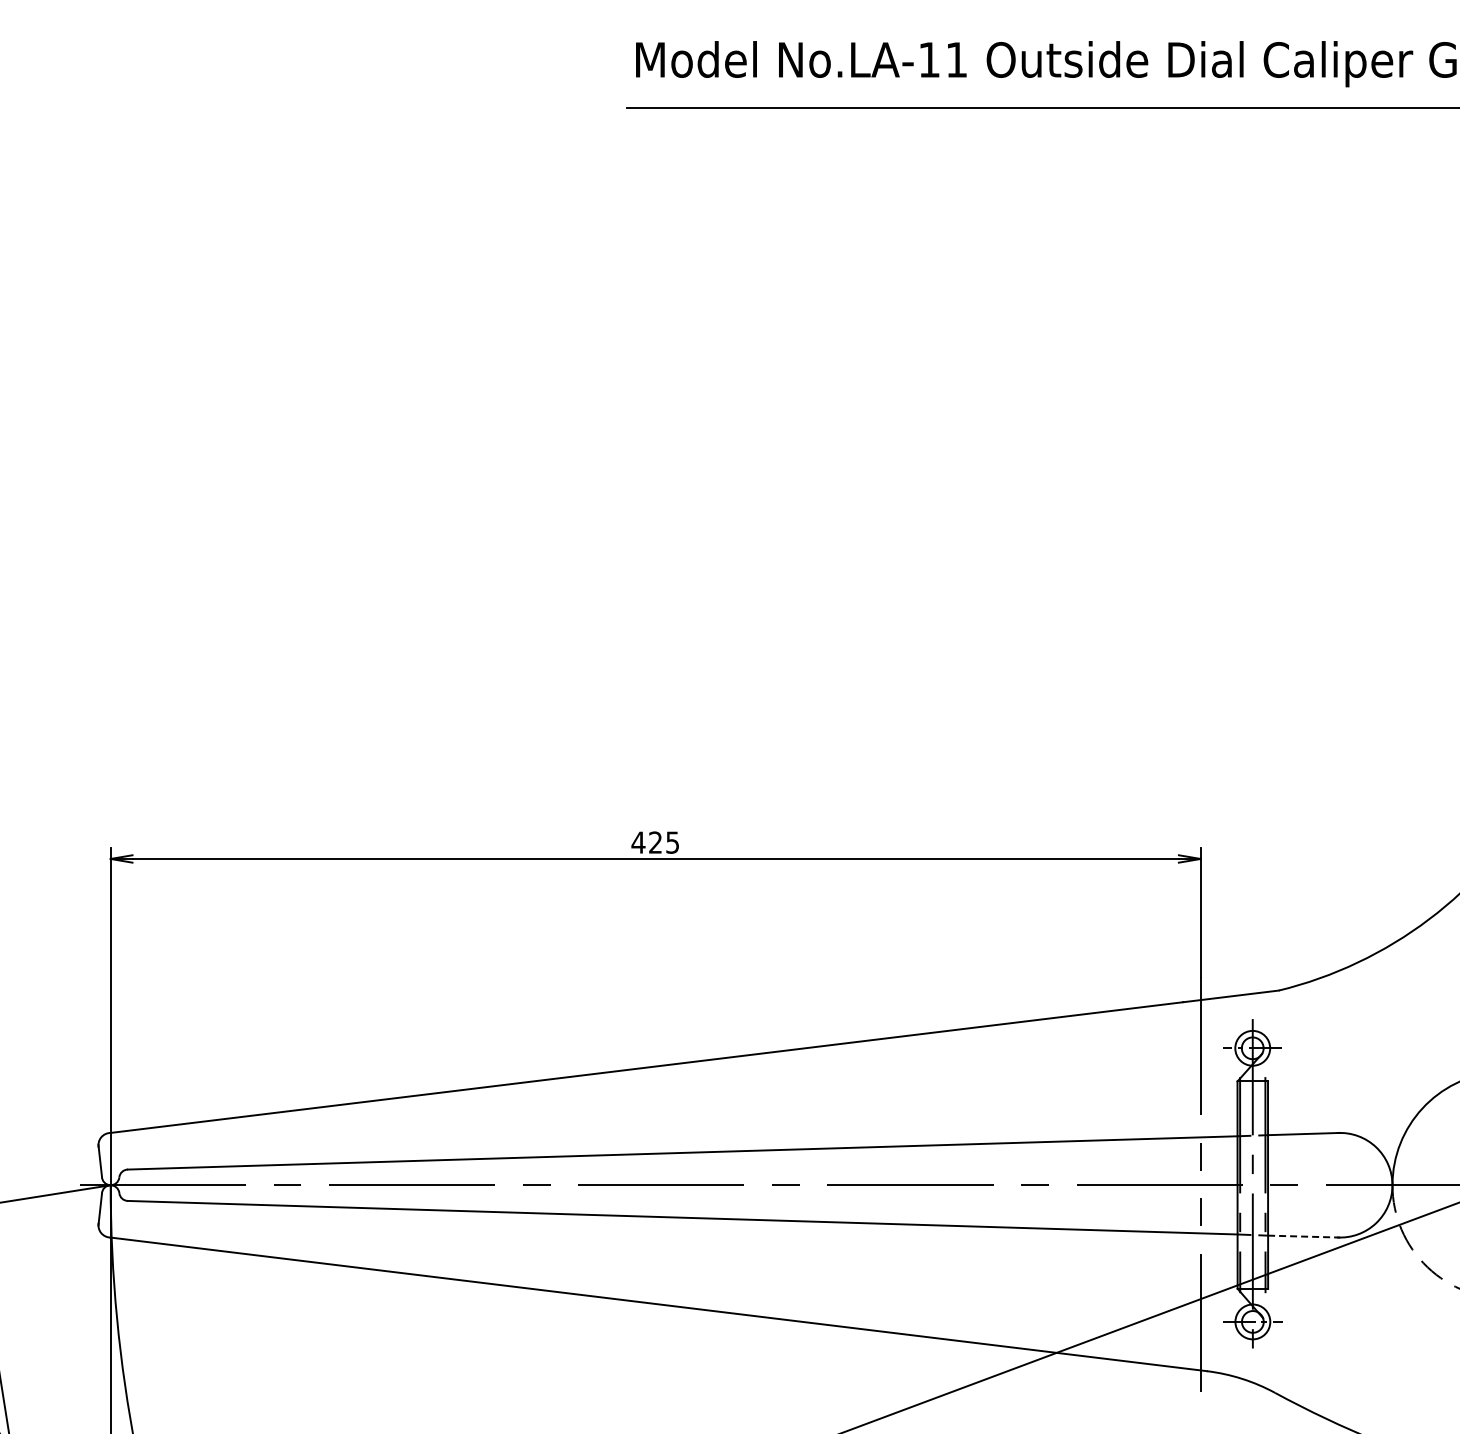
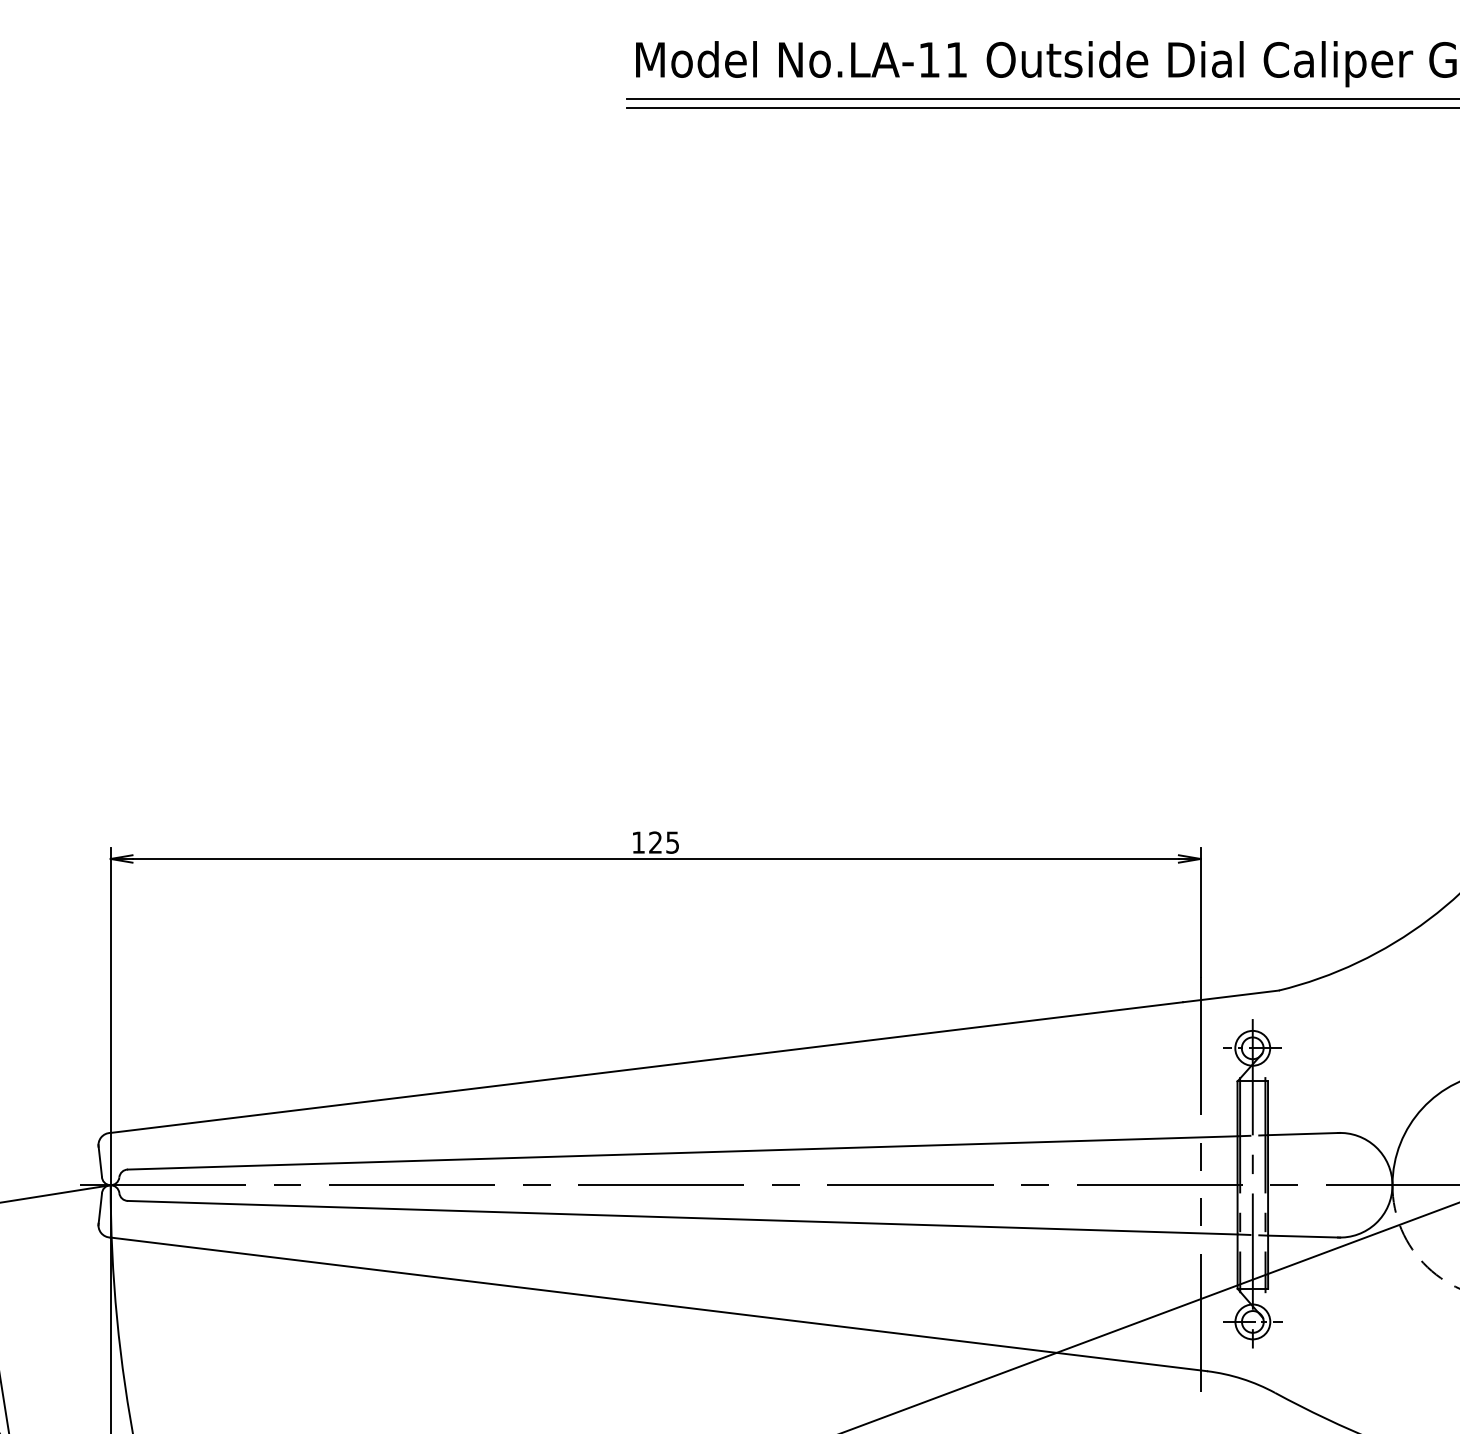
line at (1041, 99): none -> present
text at (638, 842): 425 -> 125
line at (1304, 1236): dashed -> solid
